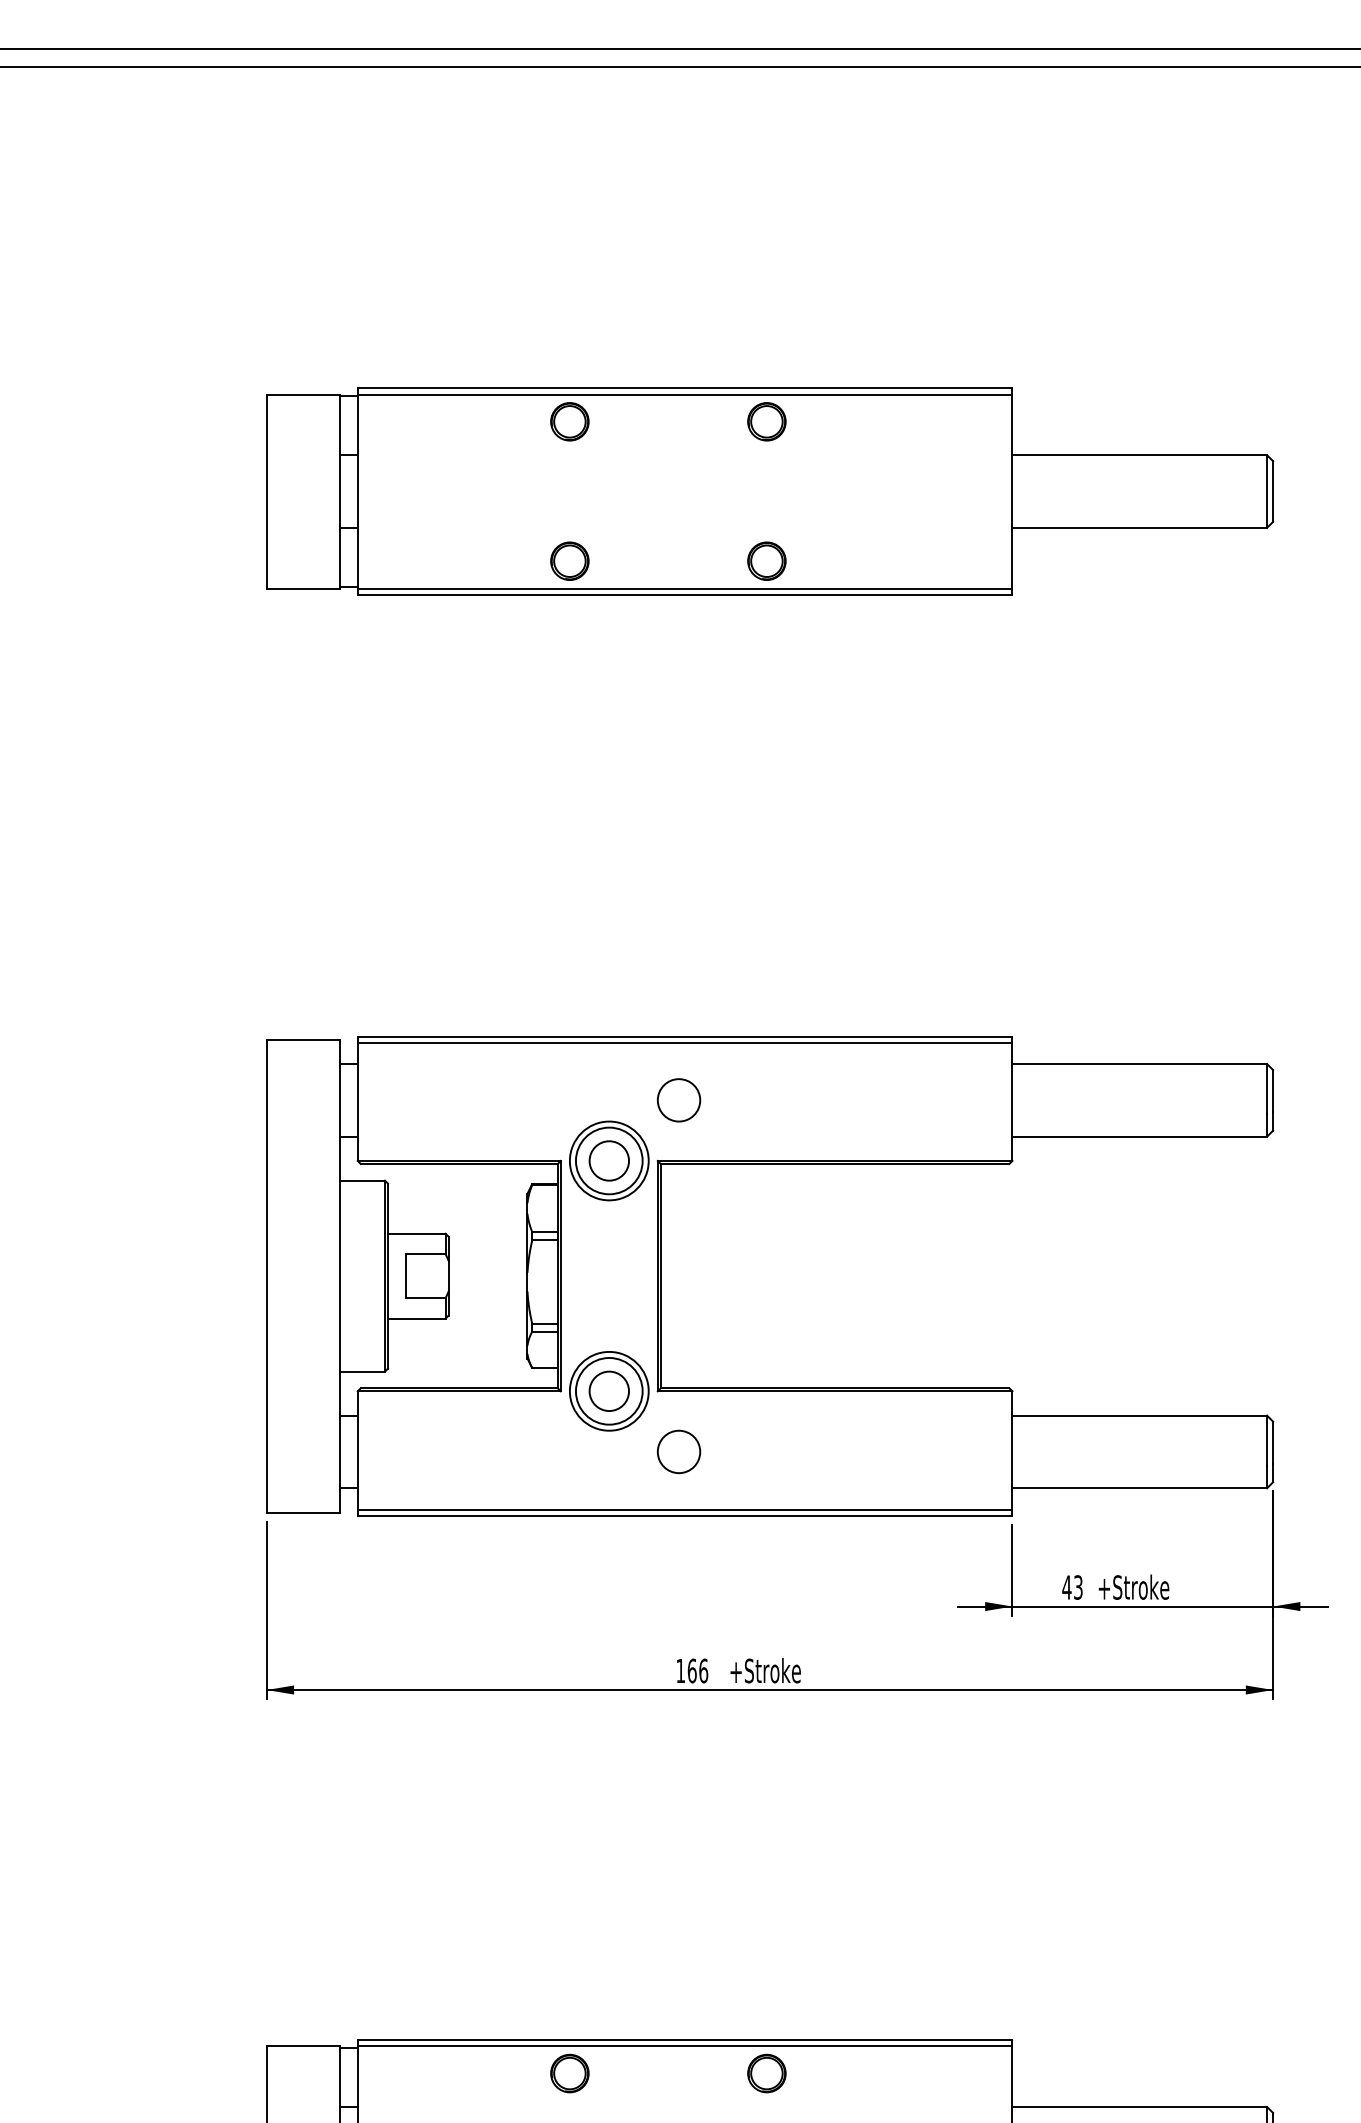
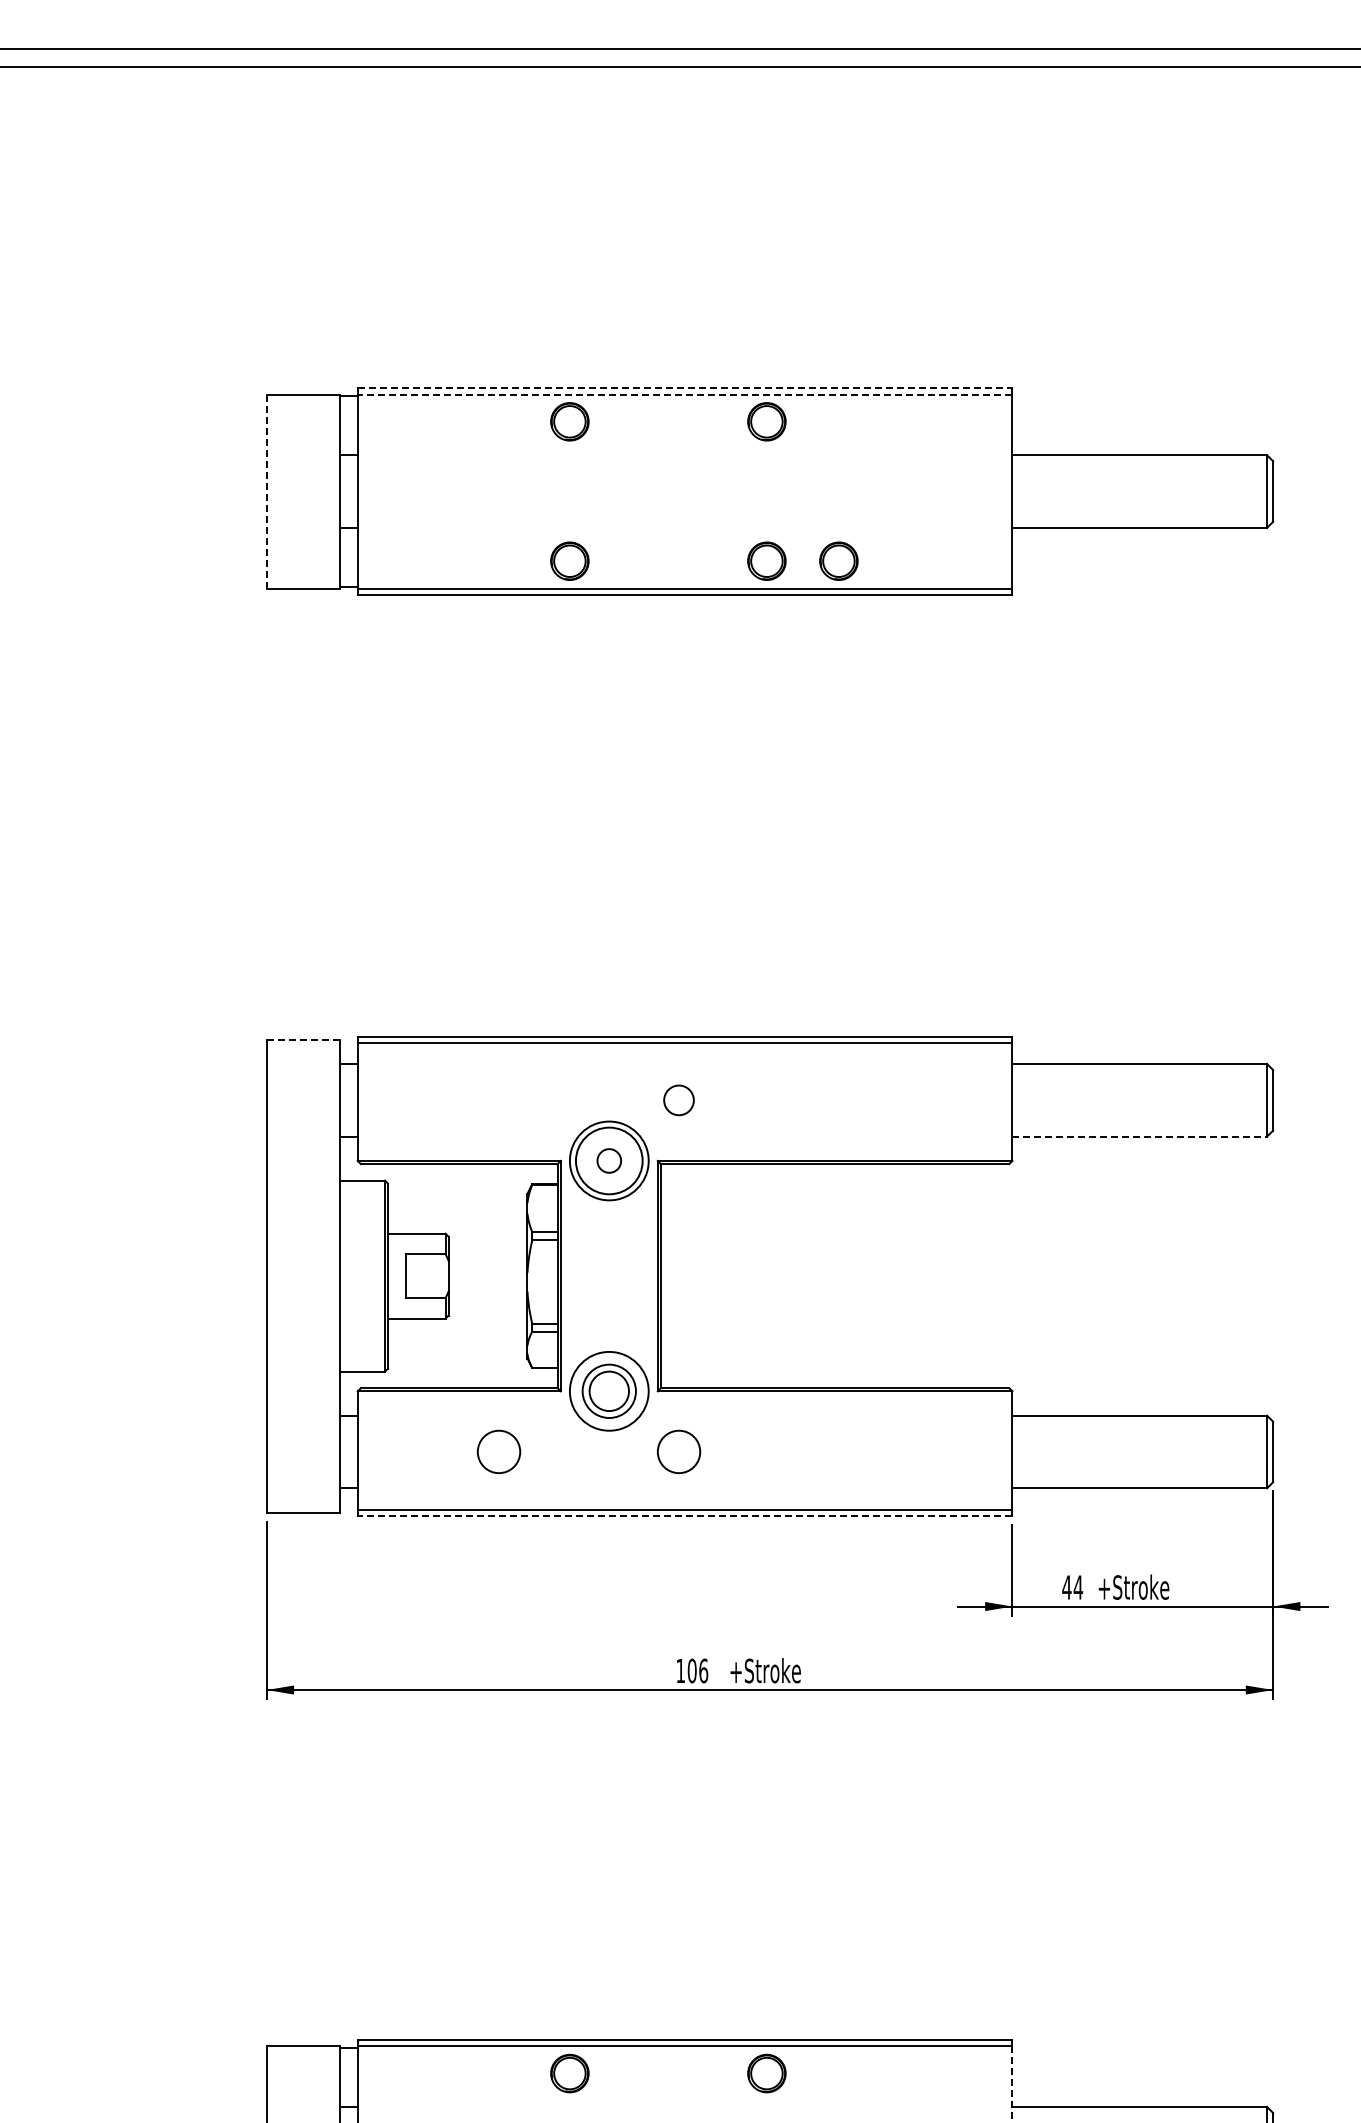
line at (685, 388): solid -> dashed
line at (684, 394): solid -> dashed
line at (266, 491): solid -> dashed
part at (838, 560): none -> present
line at (302, 1039): solid -> dashed
circle at (678, 1100) size: 46x45 px -> 32x33 px
line at (1140, 1136): solid -> dashed
circle at (609, 1160) diameter: 39 px -> 24 px
circle at (608, 1390) diameter: 67 px -> 53 px
circle at (498, 1451): none -> present
line at (684, 1515): solid -> dashed
text at (1078, 1587): 43 -> 44
text at (691, 1670): 166 -> 106
line at (1012, 2084): solid -> dashed
